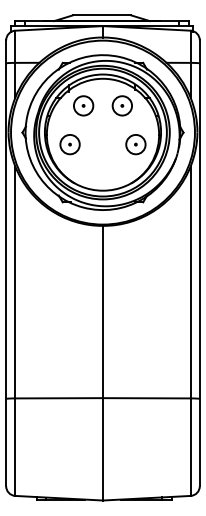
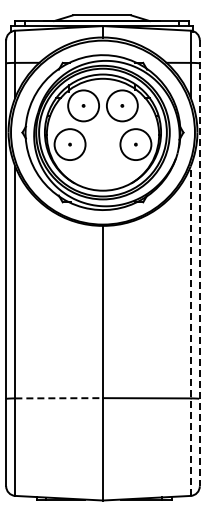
circle at (83, 105) diameter: 19 px -> 31 px
circle at (122, 105) diameter: 19 px -> 31 px
circle at (69, 144) diameter: 19 px -> 31 px
circle at (135, 144) diameter: 19 px -> 31 px
line at (199, 263): solid -> dashed
line at (190, 331): solid -> dashed
line at (59, 398): solid -> dashed
